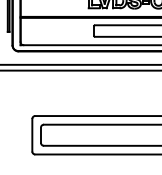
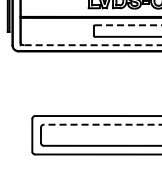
line at (128, 25): solid -> dashed
line at (90, 45): solid -> dashed
line at (80, 64): present -> none
line at (80, 70): present -> none
line at (102, 124): solid -> dashed
